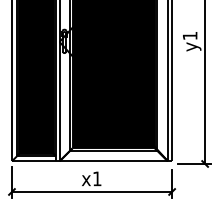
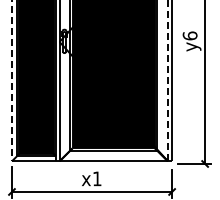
text at (189, 35): y1 -> y6
line at (167, 80): solid -> dashed
line at (11, 81): solid -> dashed
